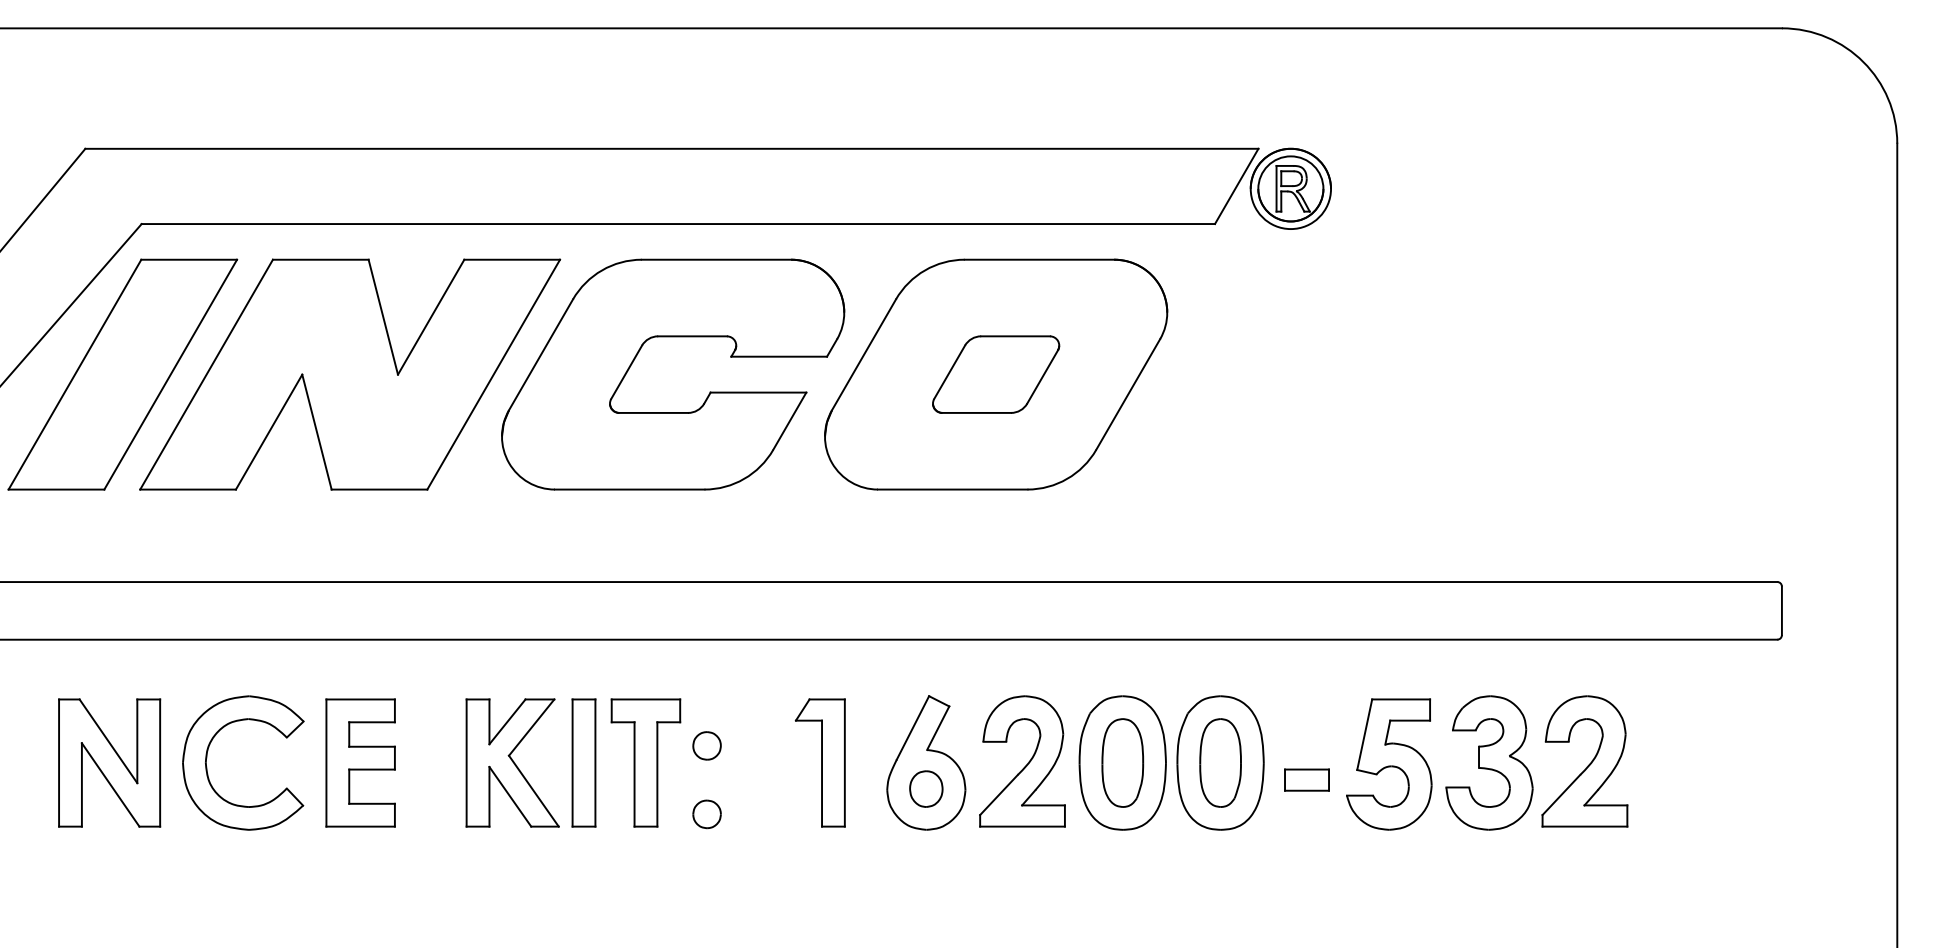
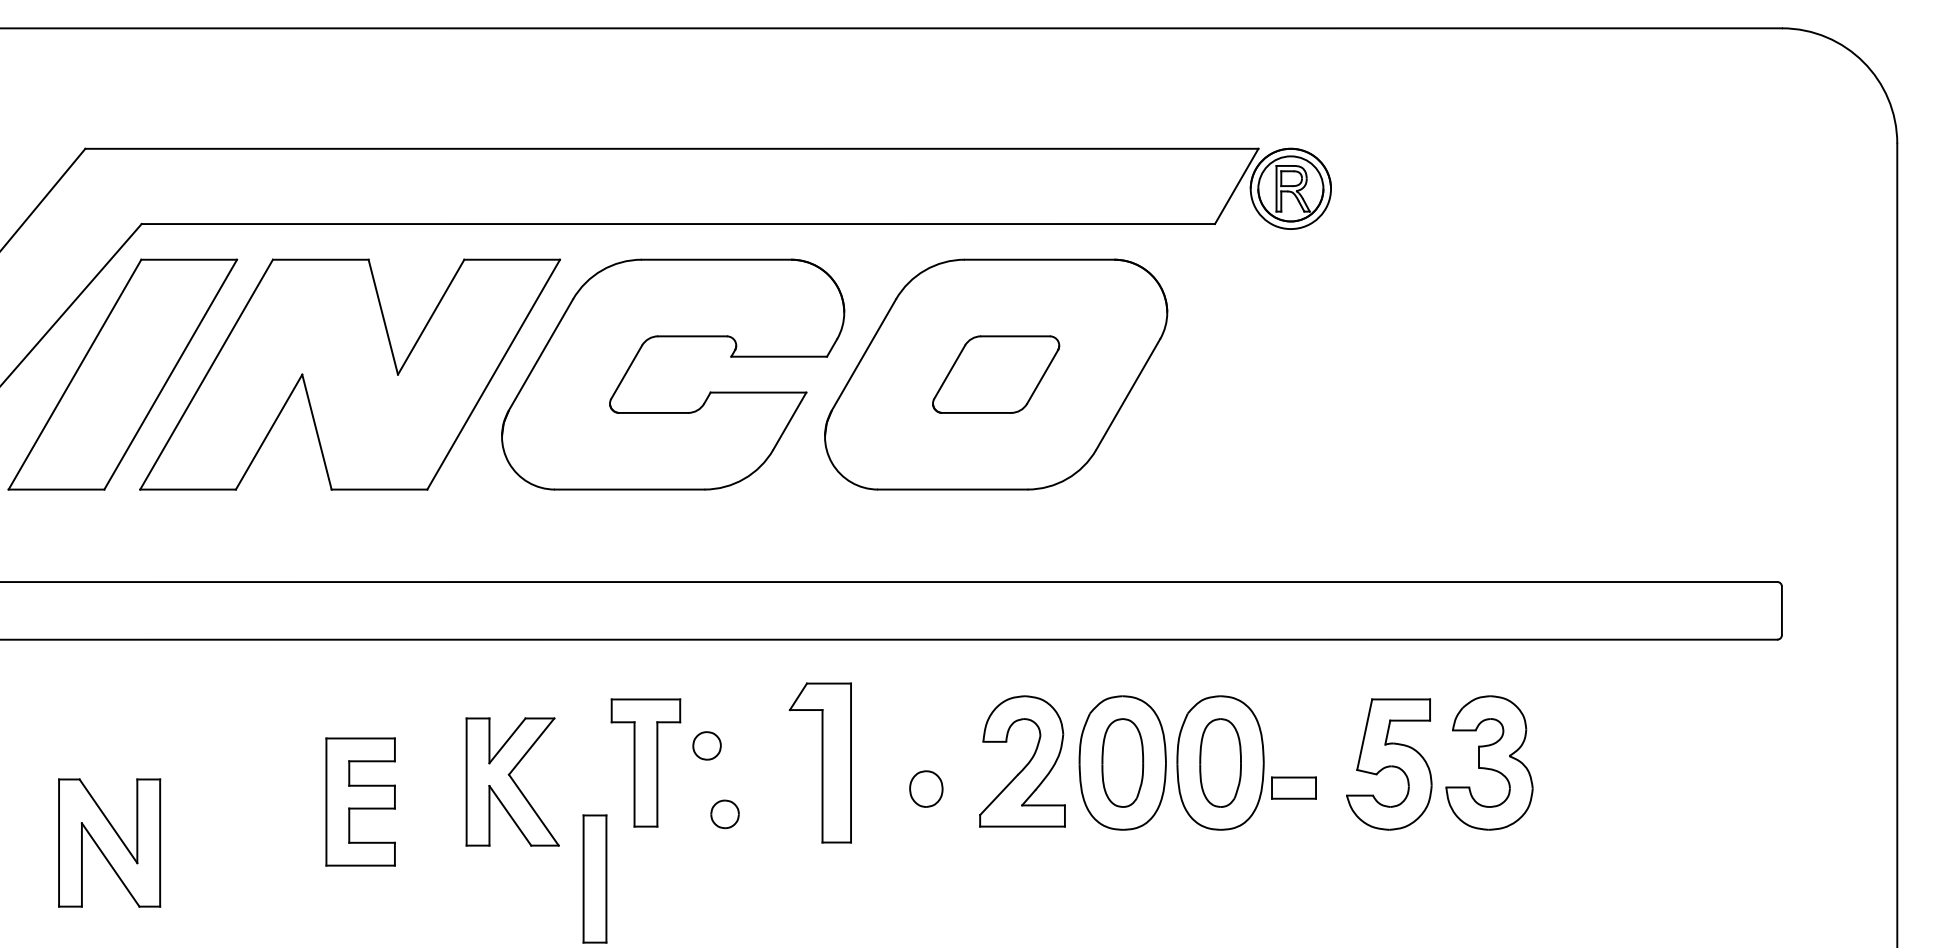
part at (207, 758): present -> none
part at (1584, 761): present -> none
part at (109, 762) position: (109, 762) -> (109, 842)
part at (360, 762) position: (360, 762) -> (360, 801)
part at (512, 762) position: (512, 762) -> (512, 781)
part at (583, 762) position: (583, 762) -> (594, 878)
part at (819, 762) size: 52x130 px -> 64x162 px
part at (926, 762): present -> none
part at (1306, 779) position: (1306, 779) -> (1293, 787)
part at (706, 814) position: (706, 814) -> (724, 814)
